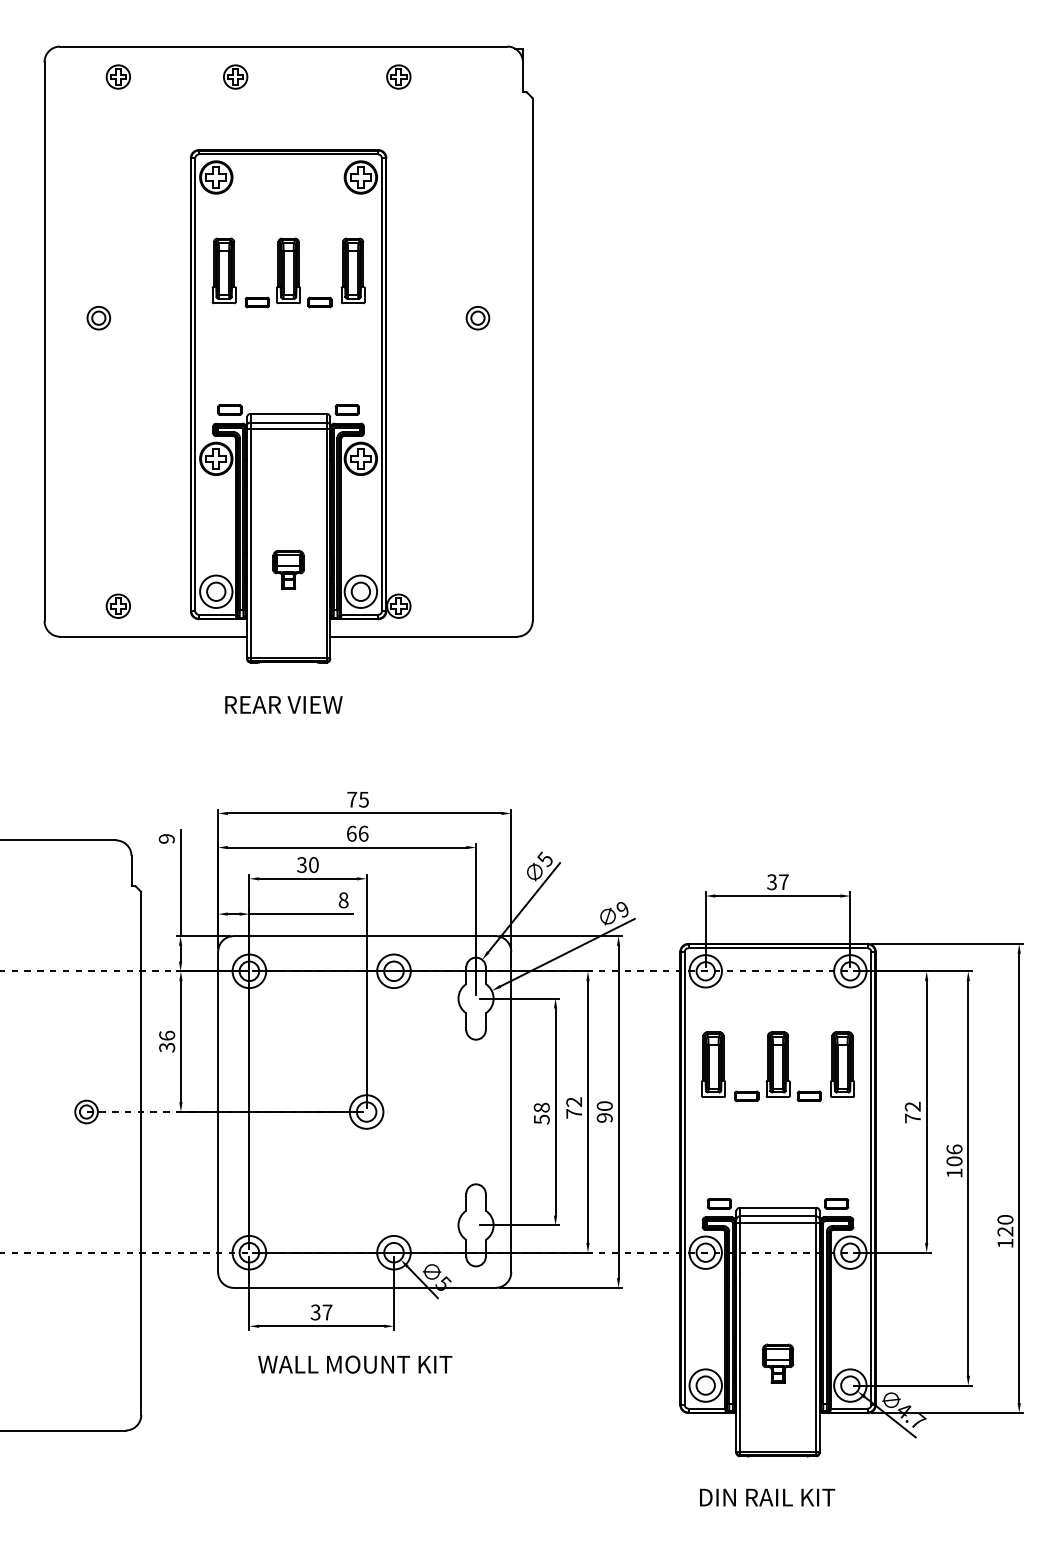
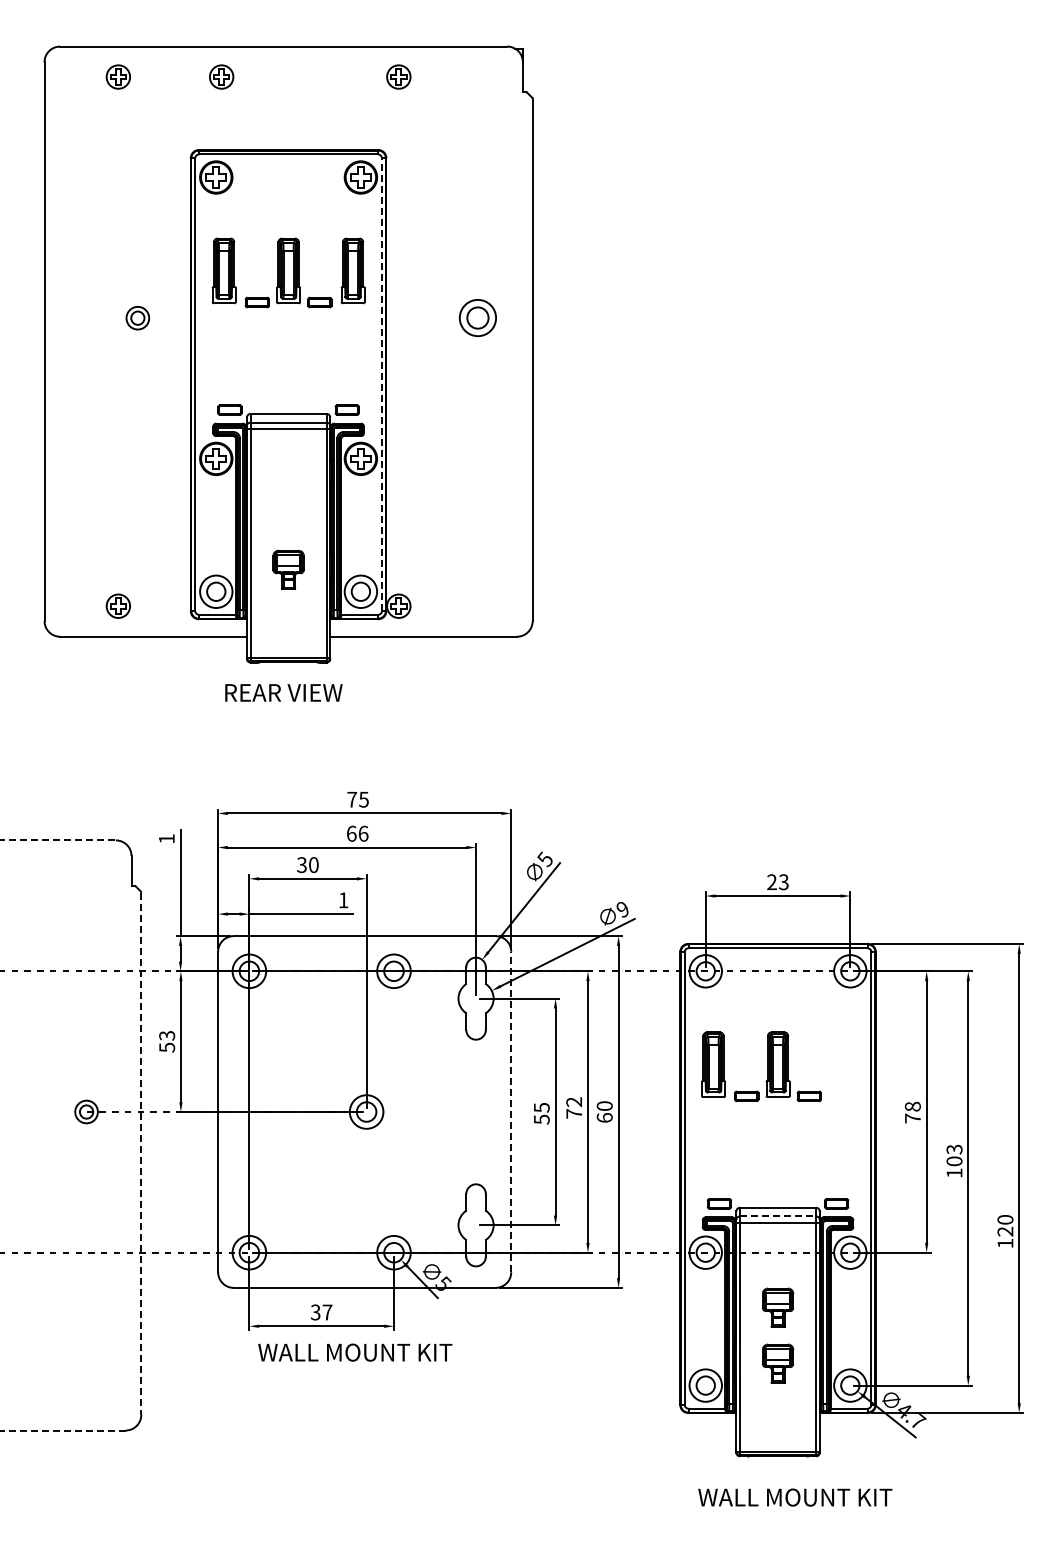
part at (235, 76) position: (235, 76) -> (221, 76)
part at (98, 318) position: (98, 318) -> (137, 318)
part at (477, 318) size: 26x25 px -> 39x38 px
line at (381, 384): solid -> dashed
text at (283, 704) position: (283, 704) -> (283, 692)
text at (166, 838): 9 -> 1
line at (57, 840): solid -> dashed
text at (777, 882): 37 -> 23
text at (343, 900): 8 -> 1
text at (167, 1040): 36 -> 53
part at (842, 1064): present -> none
text at (912, 1106): 72 -> 78
text at (541, 1107): 58 -> 55
line at (511, 1111): solid -> dashed
text at (604, 1117): 90 -> 60
text at (954, 1149): 106 -> 103
line at (141, 1154): solid -> dashed
line at (778, 1216): solid -> dashed
part at (778, 1307): none -> present
text at (355, 1364) position: (355, 1364) -> (355, 1352)
line at (62, 1430): solid -> dashed
text at (795, 1497): DIN RAIL KIT -> WALL MOUNT KIT
